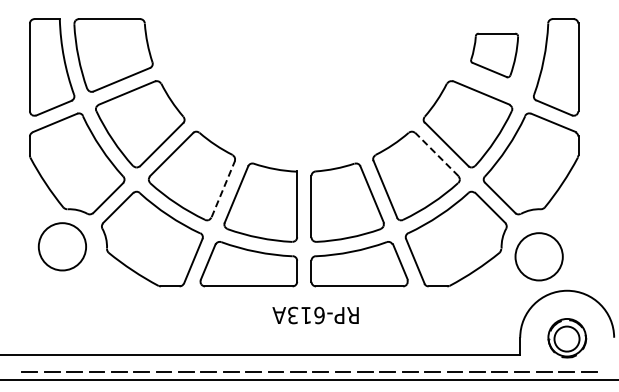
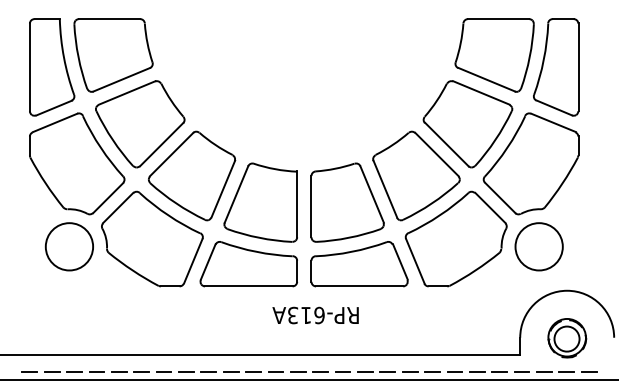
part at (494, 55) size: 49x47 px -> 81x75 px
line at (436, 154): dashed -> solid
line at (223, 188): dashed -> solid
part at (61, 246) position: (61, 246) -> (68, 246)
part at (538, 256) position: (538, 256) -> (538, 246)
